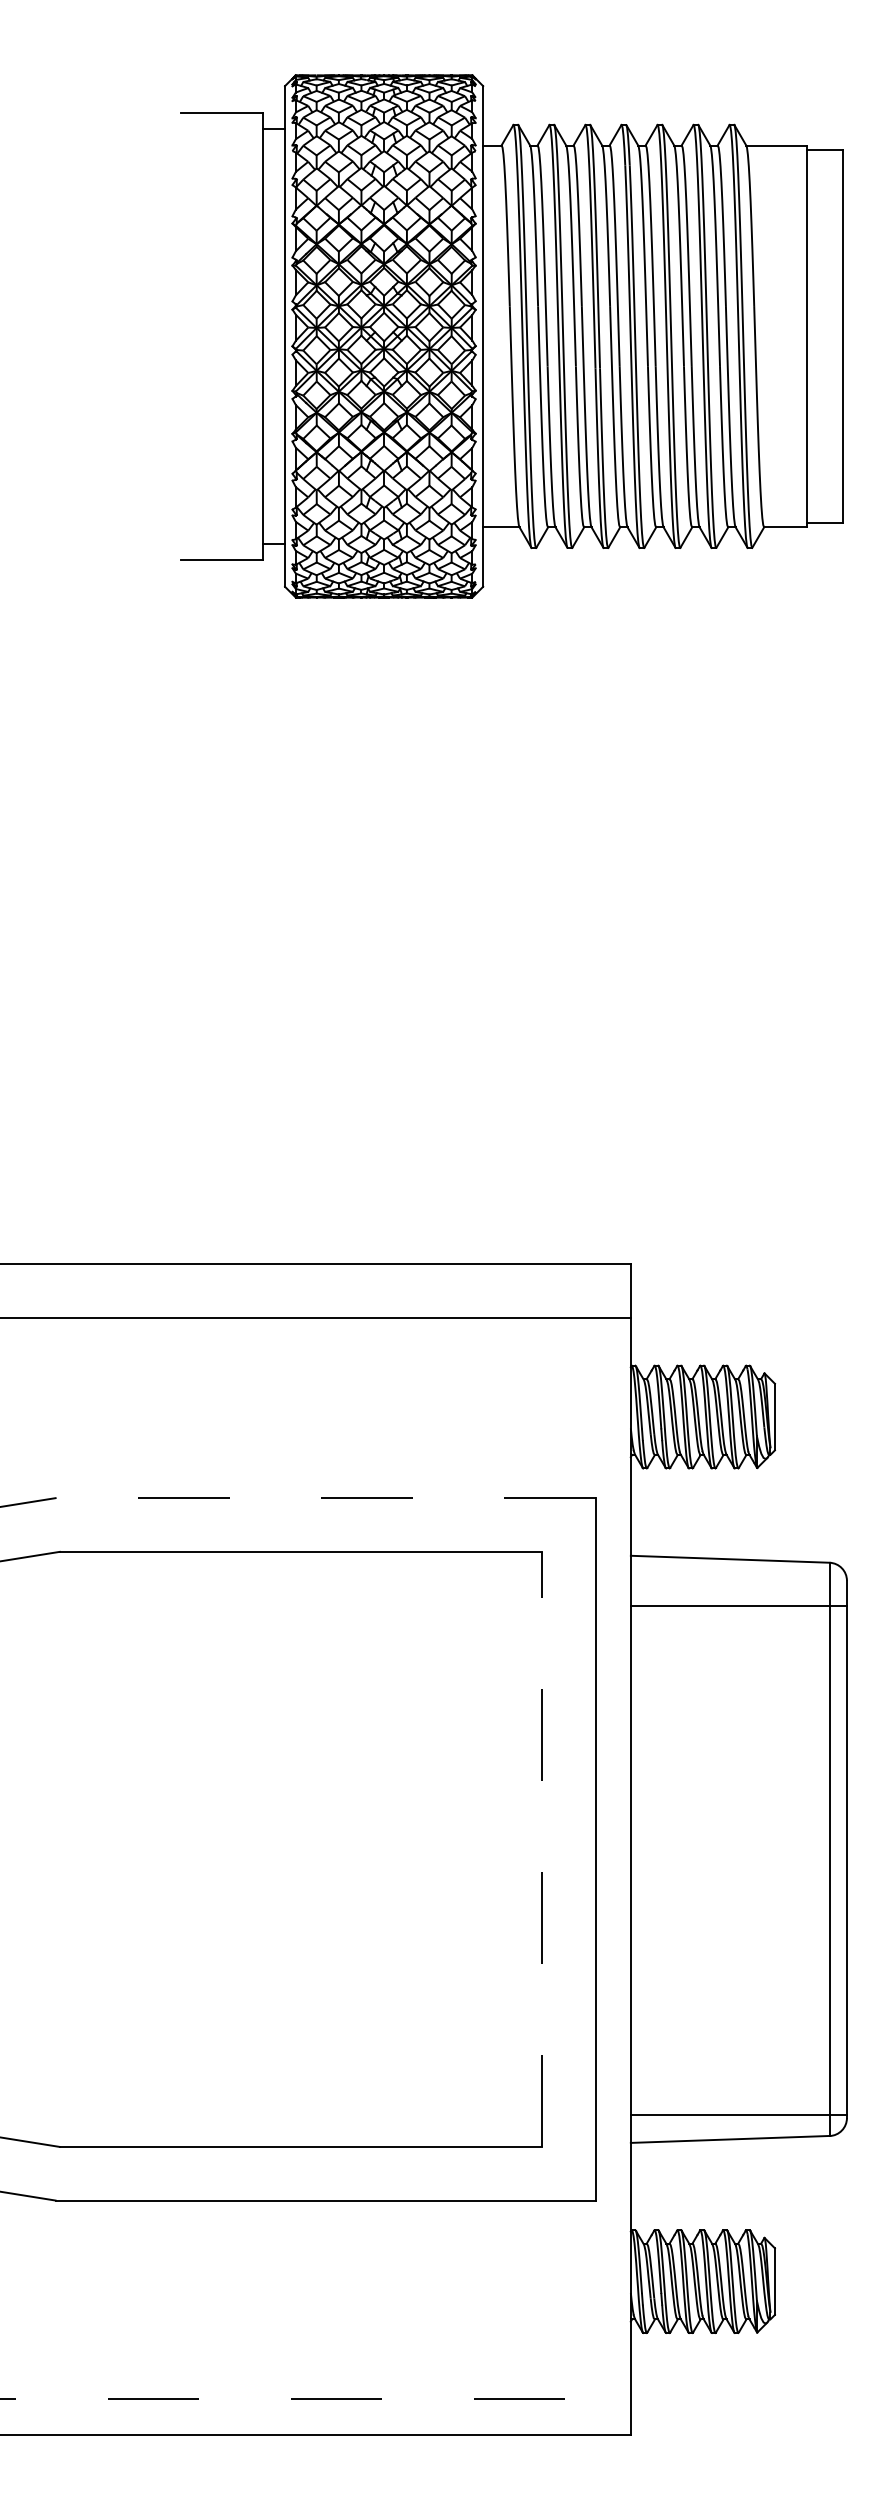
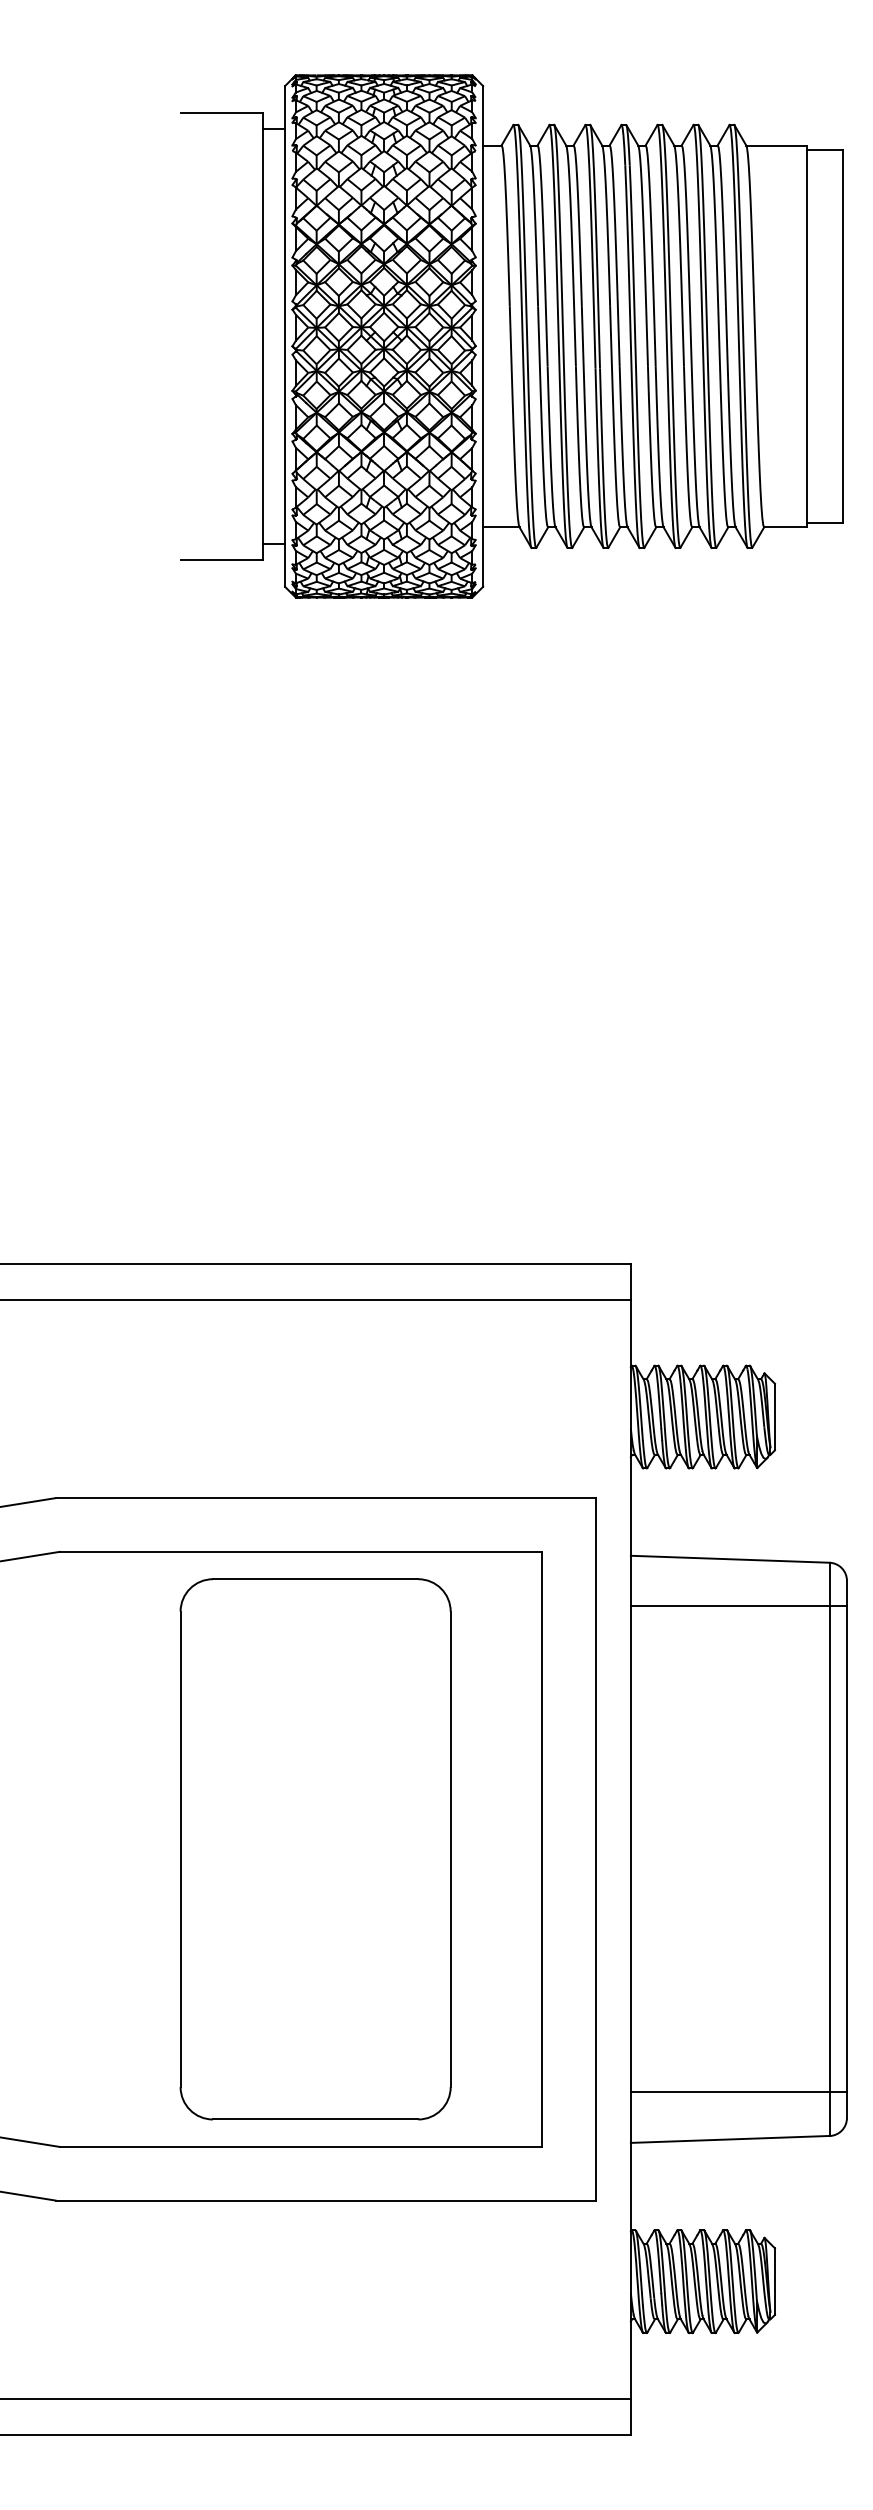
line at (316, 1318) position: (316, 1318) -> (316, 1300)
line at (325, 1498): dashed -> solid
part at (315, 1849): none -> present
line at (542, 1849): dashed -> solid
line at (738, 2115) position: (738, 2115) -> (738, 2092)
line at (316, 2398): dashed -> solid
